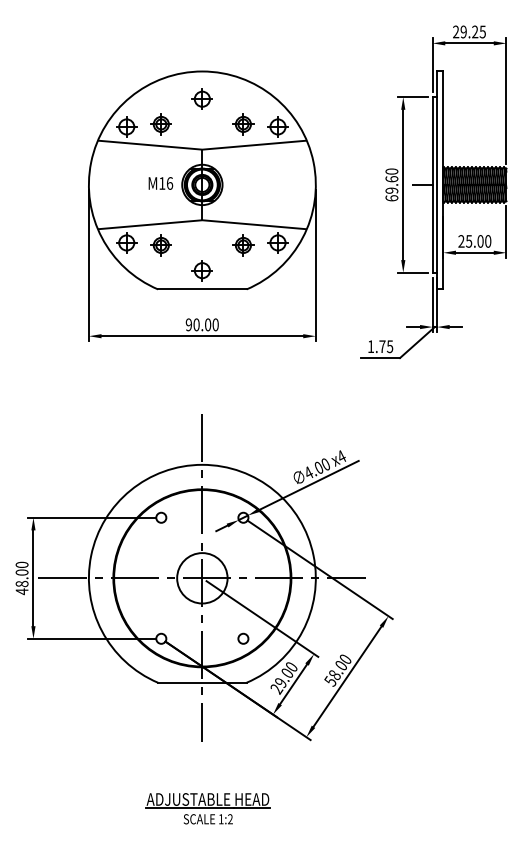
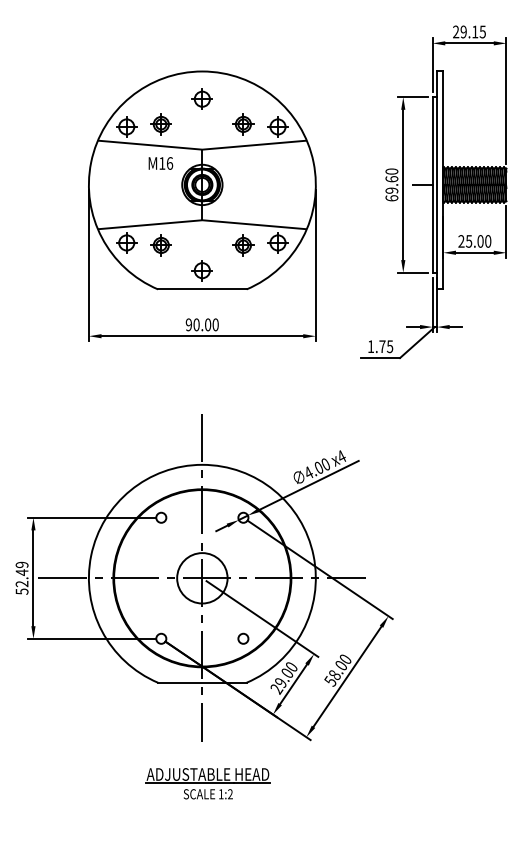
text at (475, 31): 29.25 -> 29.15
text at (160, 183) position: (160, 183) -> (160, 163)
text at (21, 578): 48.00 -> 52.49
part at (207, 808) position: (207, 808) -> (207, 783)
